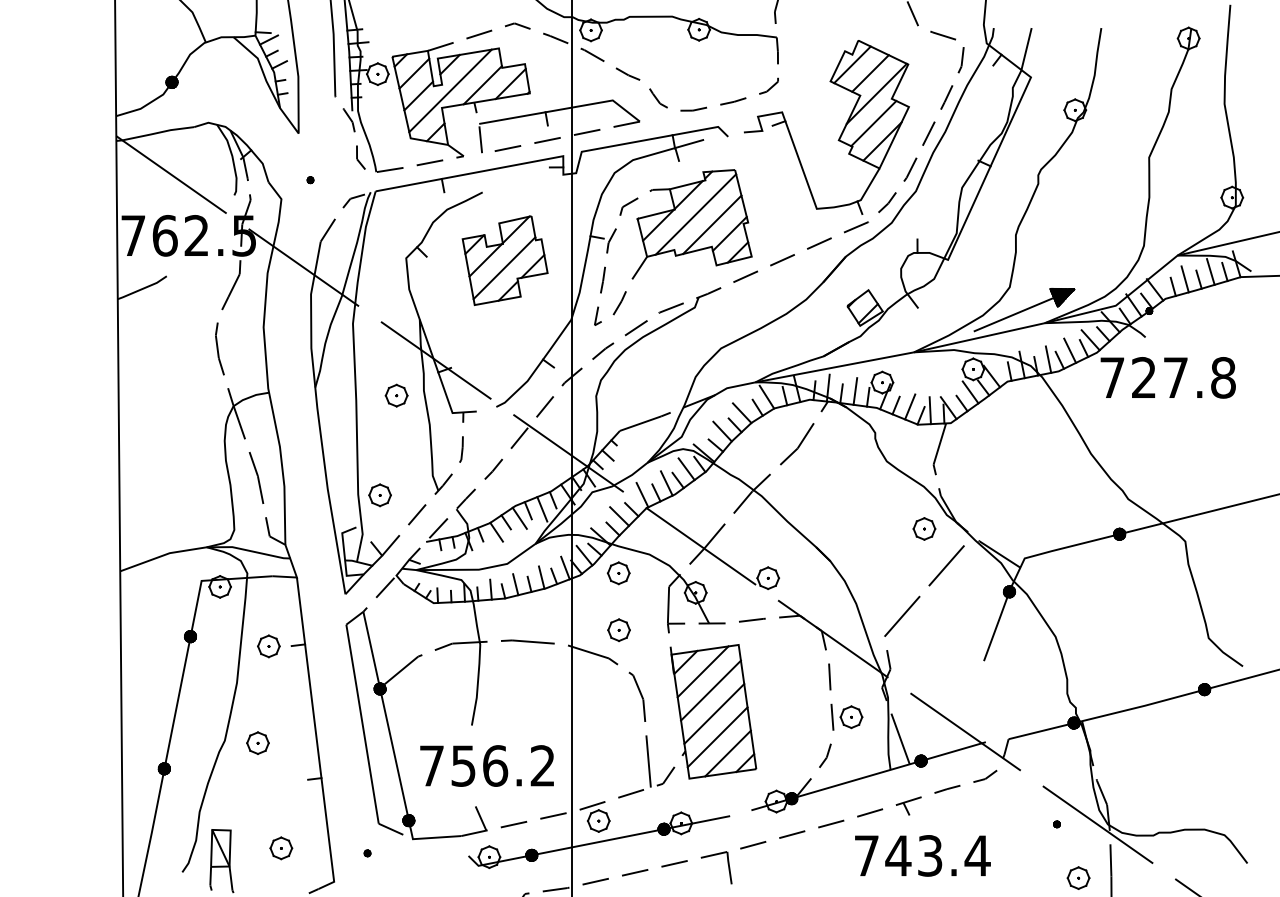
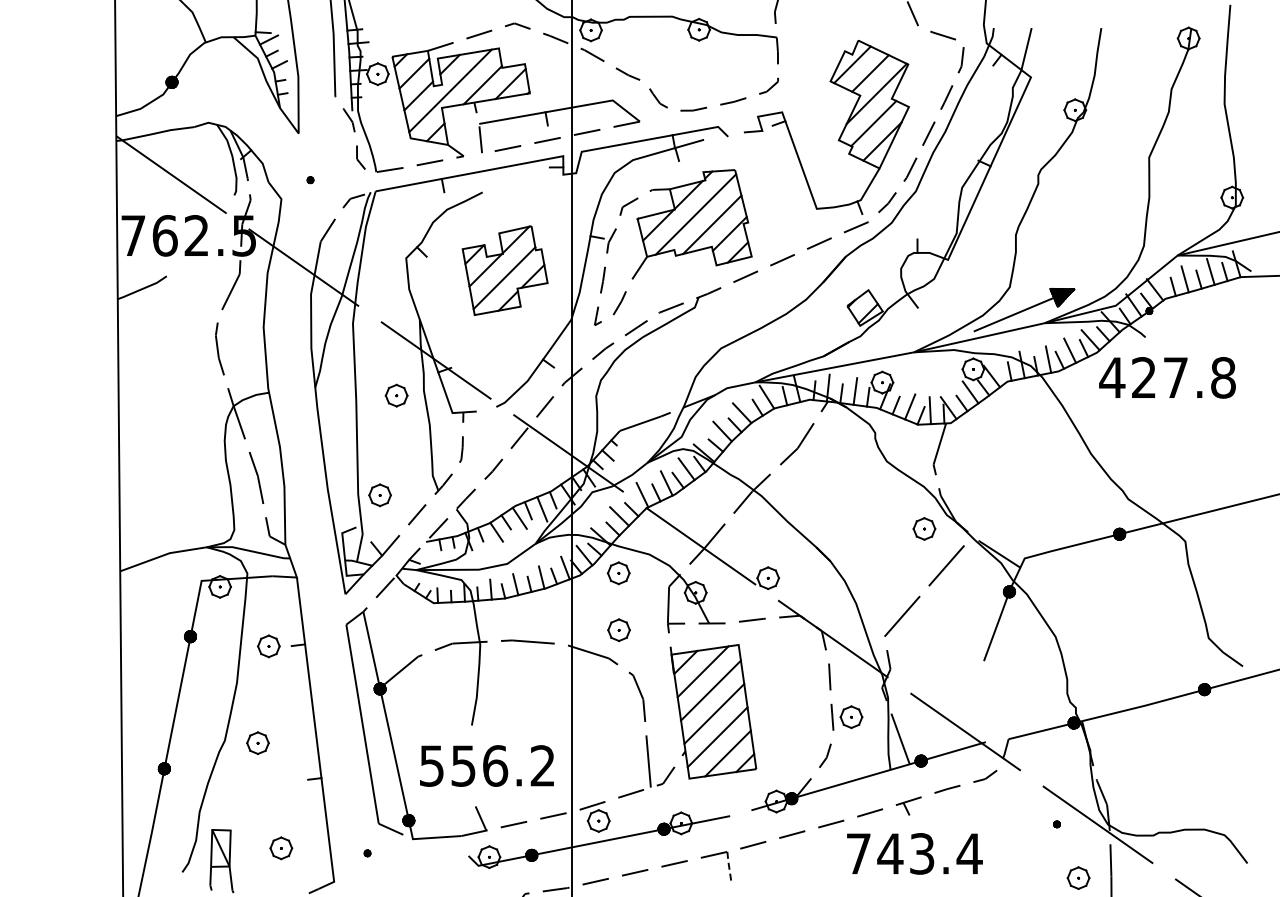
part at (504, 260) position: (504, 260) -> (504, 270)
text at (1112, 377): 727.8 -> 427.8
text at (431, 765): 756.2 -> 556.2
text at (922, 855) position: (922, 855) -> (914, 853)
line at (729, 868): solid -> dashed
